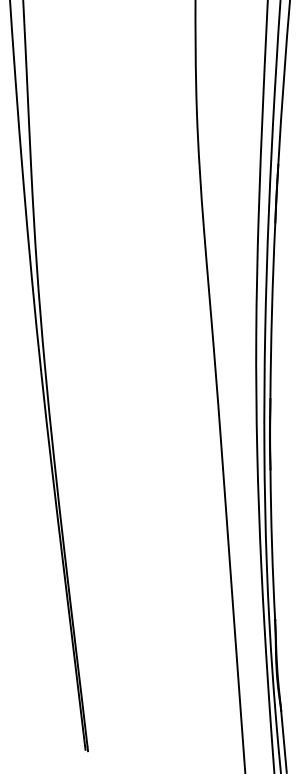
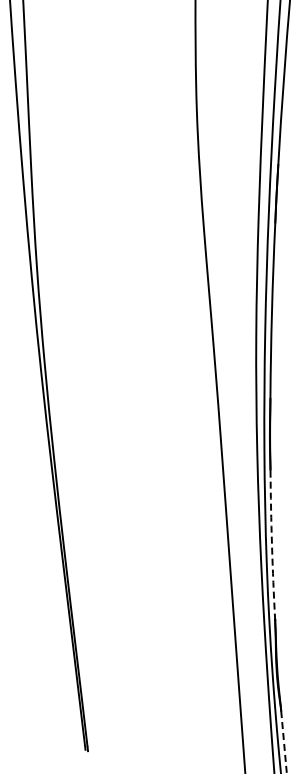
arc at (272, 545): solid -> dashed
line at (283, 741): solid -> dashed
